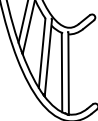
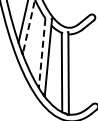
line at (28, 27): solid -> dashed
line at (42, 53): solid -> dashed
